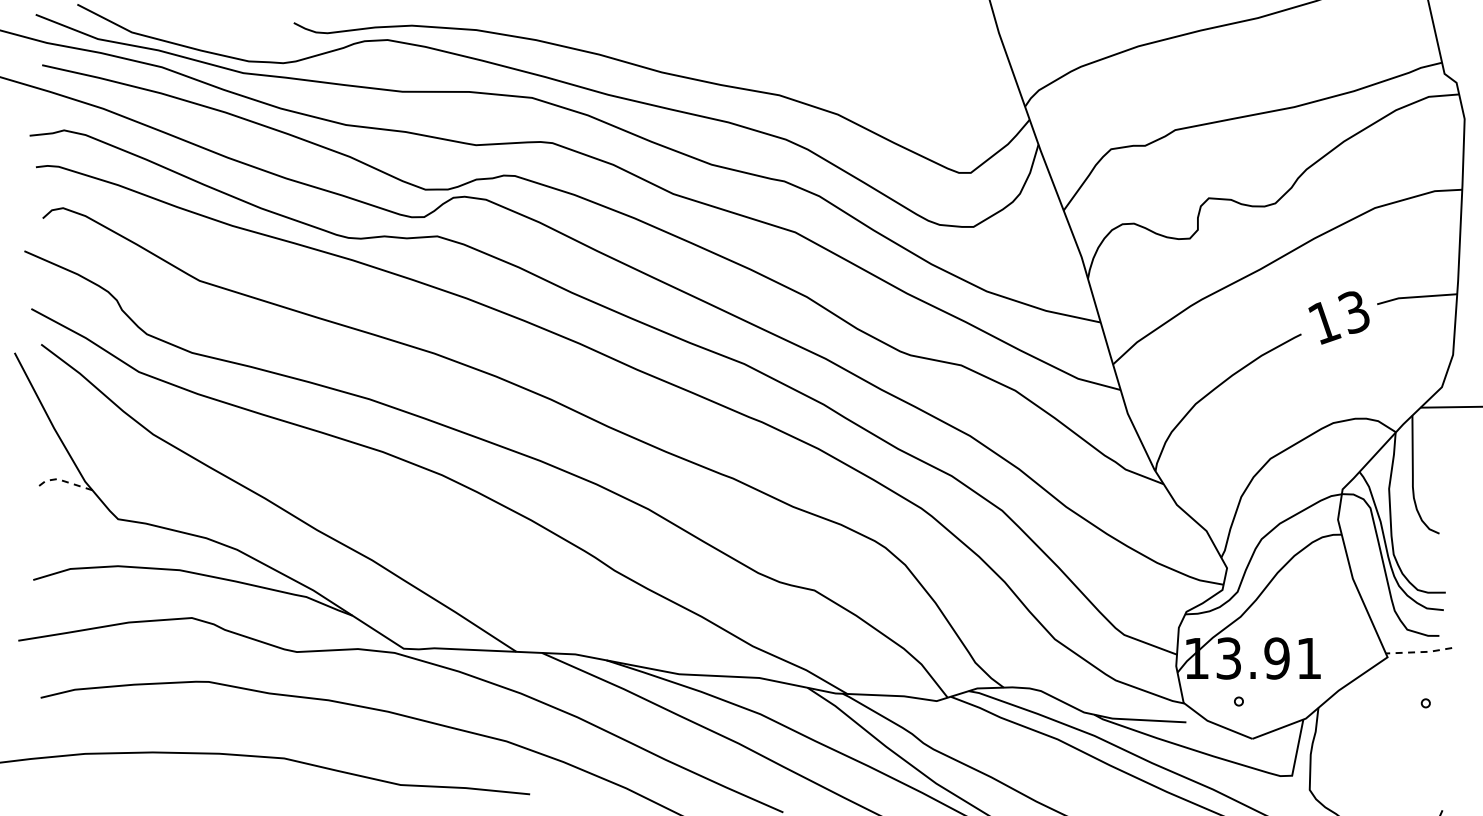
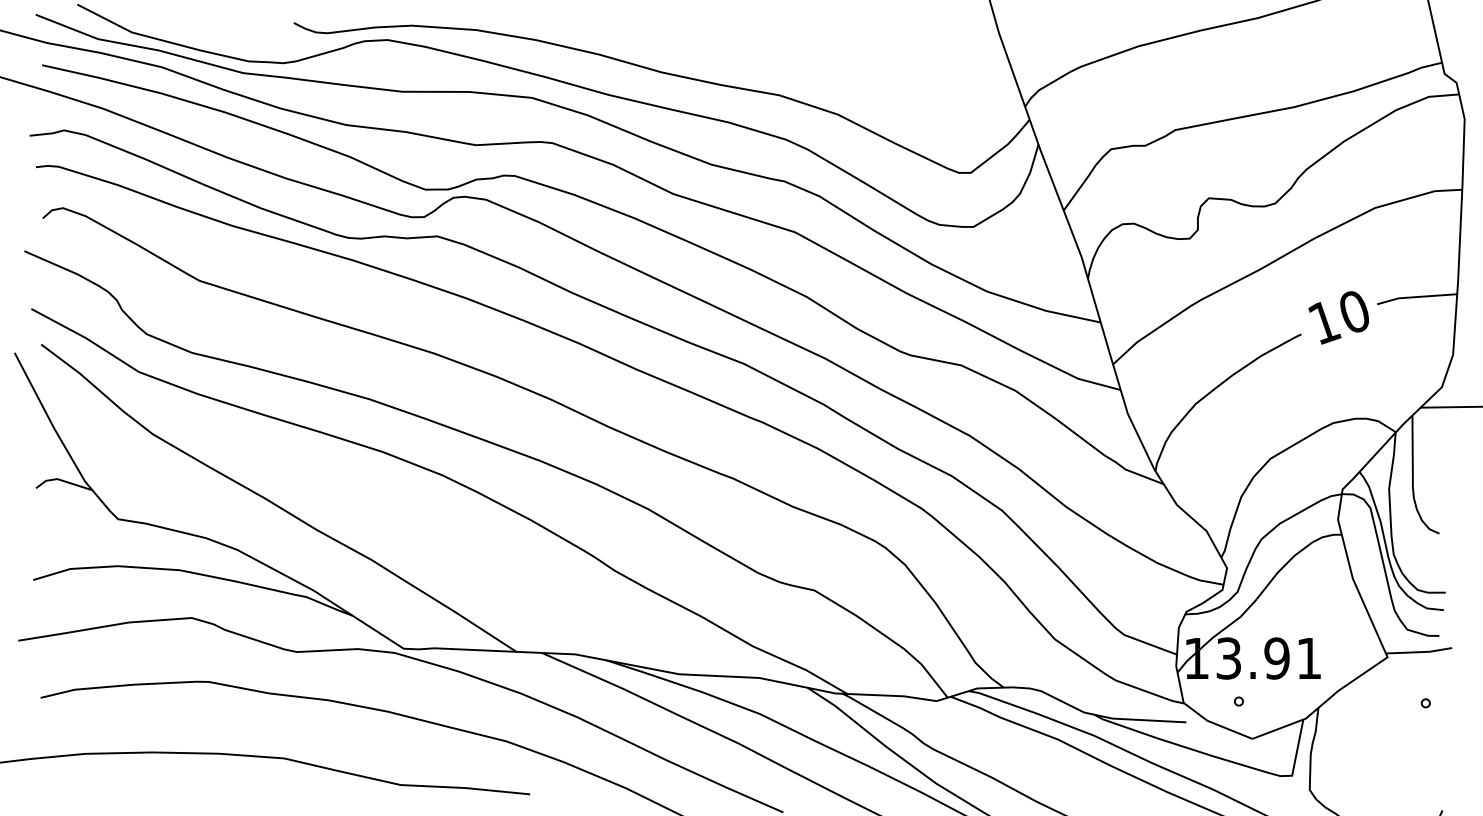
text at (1353, 312): 13 -> 10
line at (62, 480): dashed -> solid
line at (1419, 652): dashed -> solid
